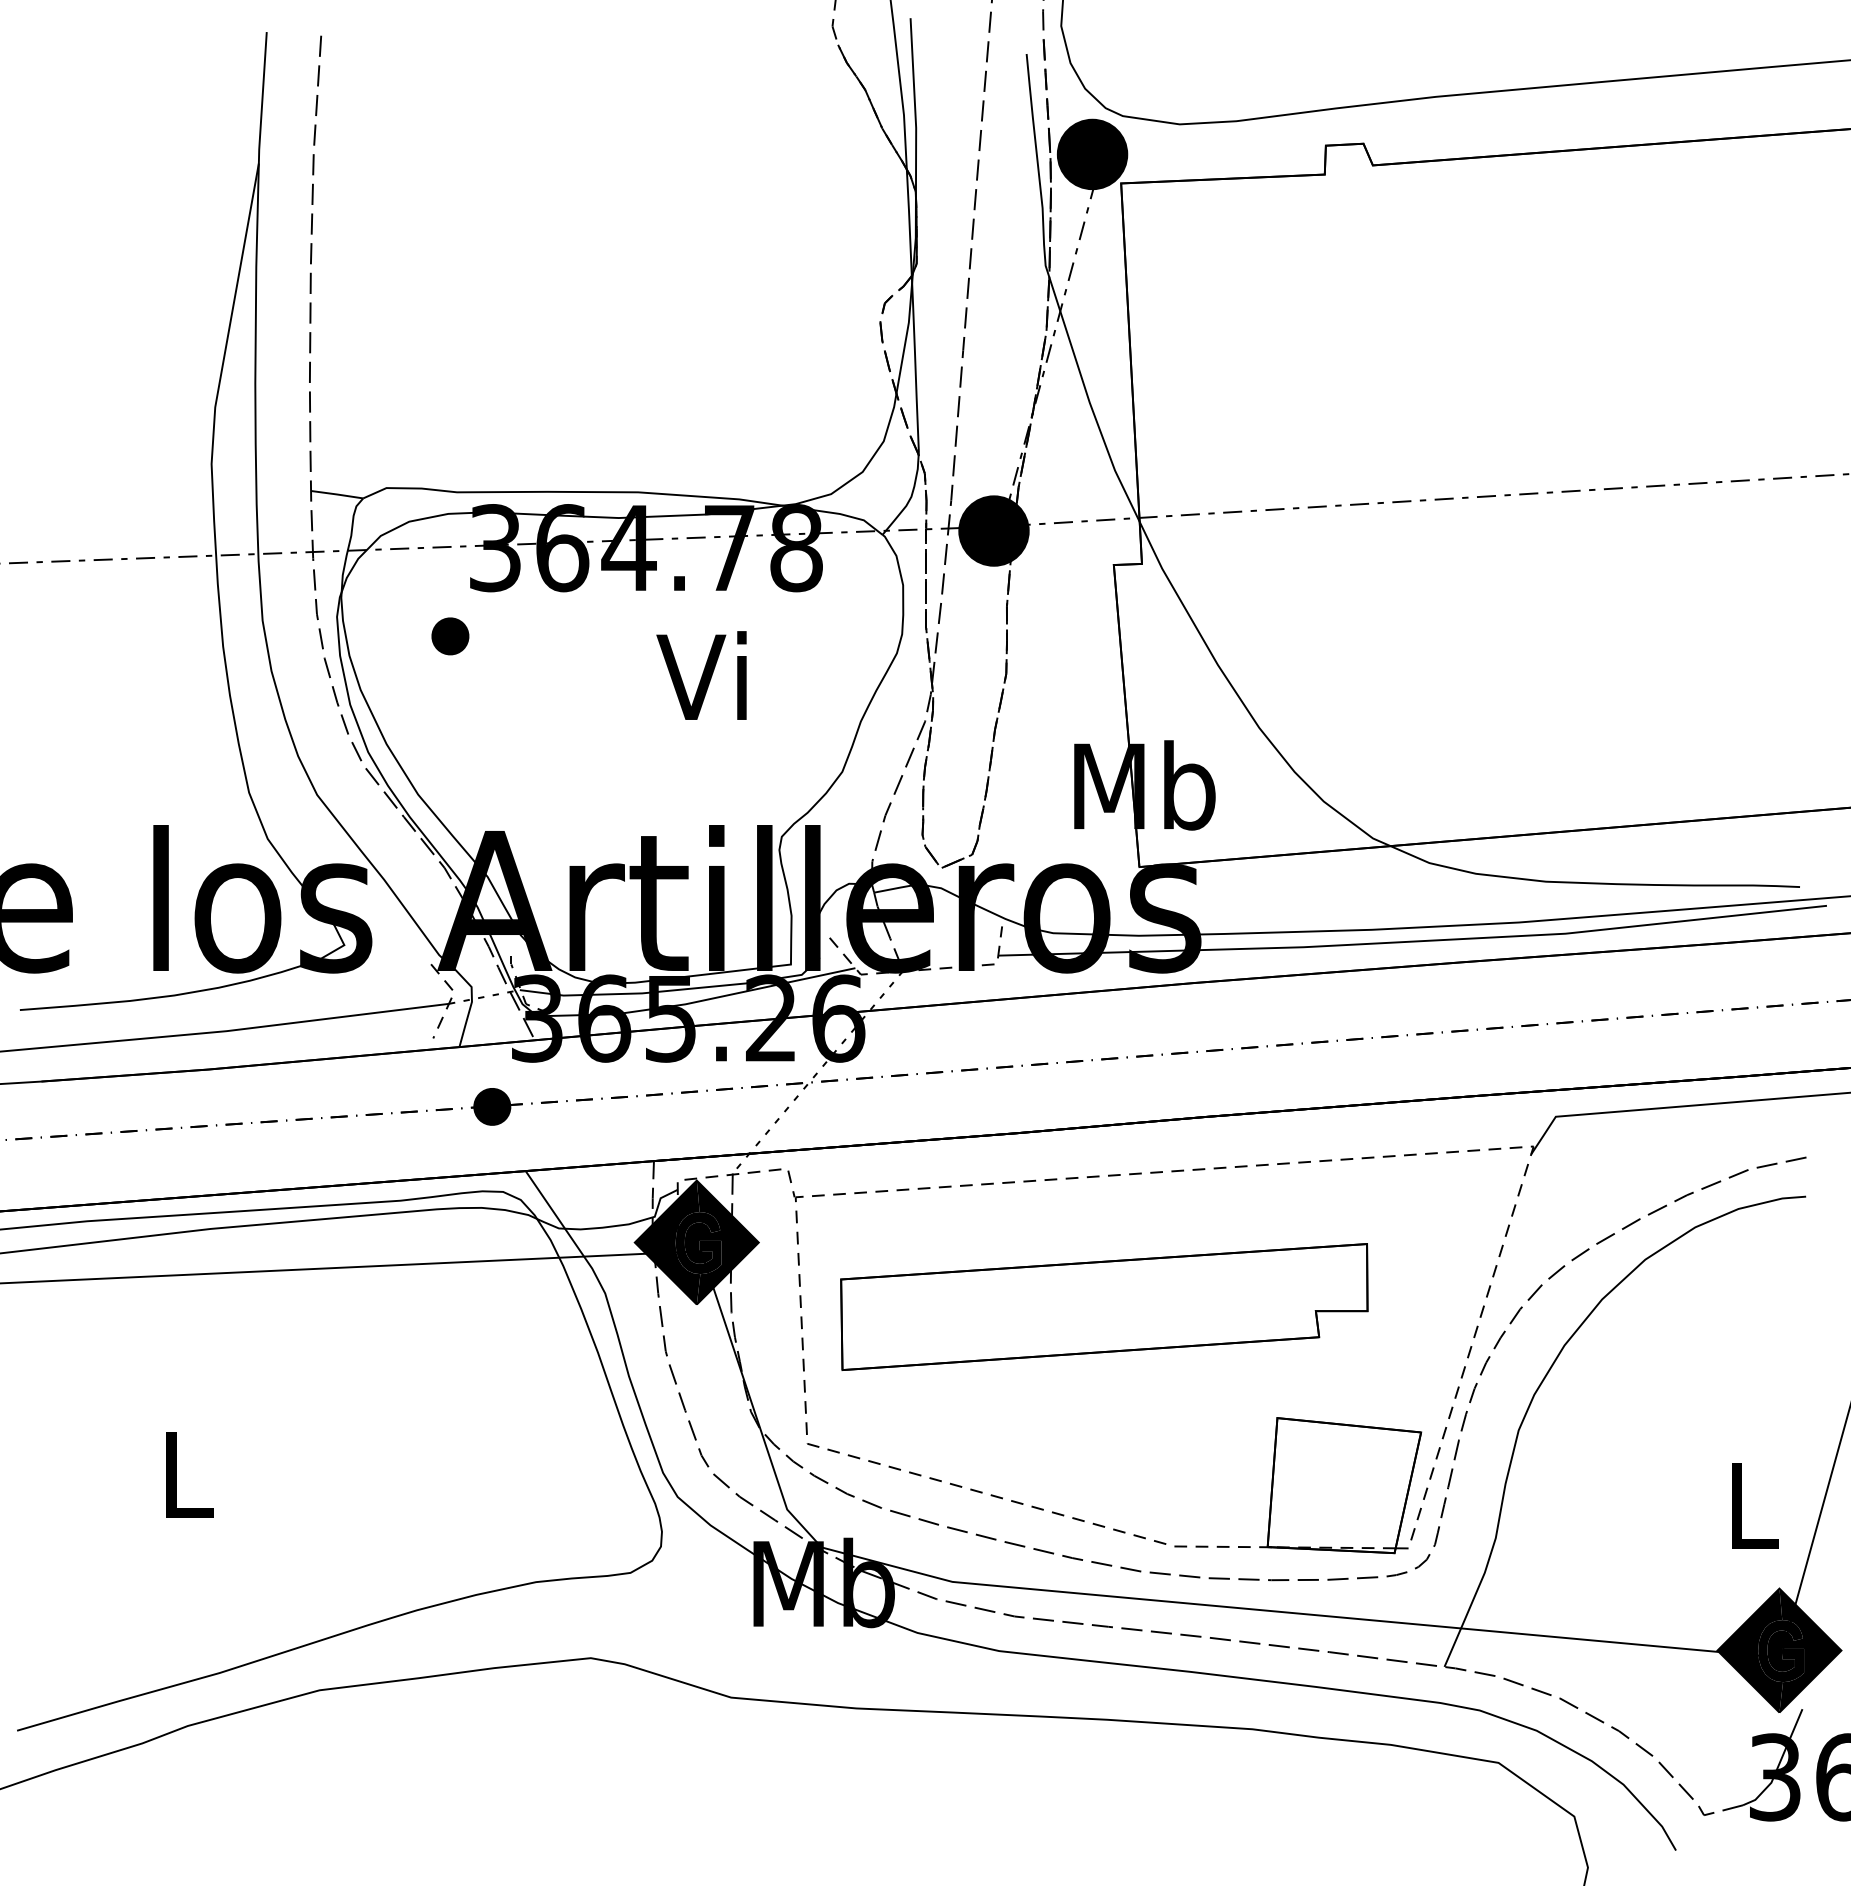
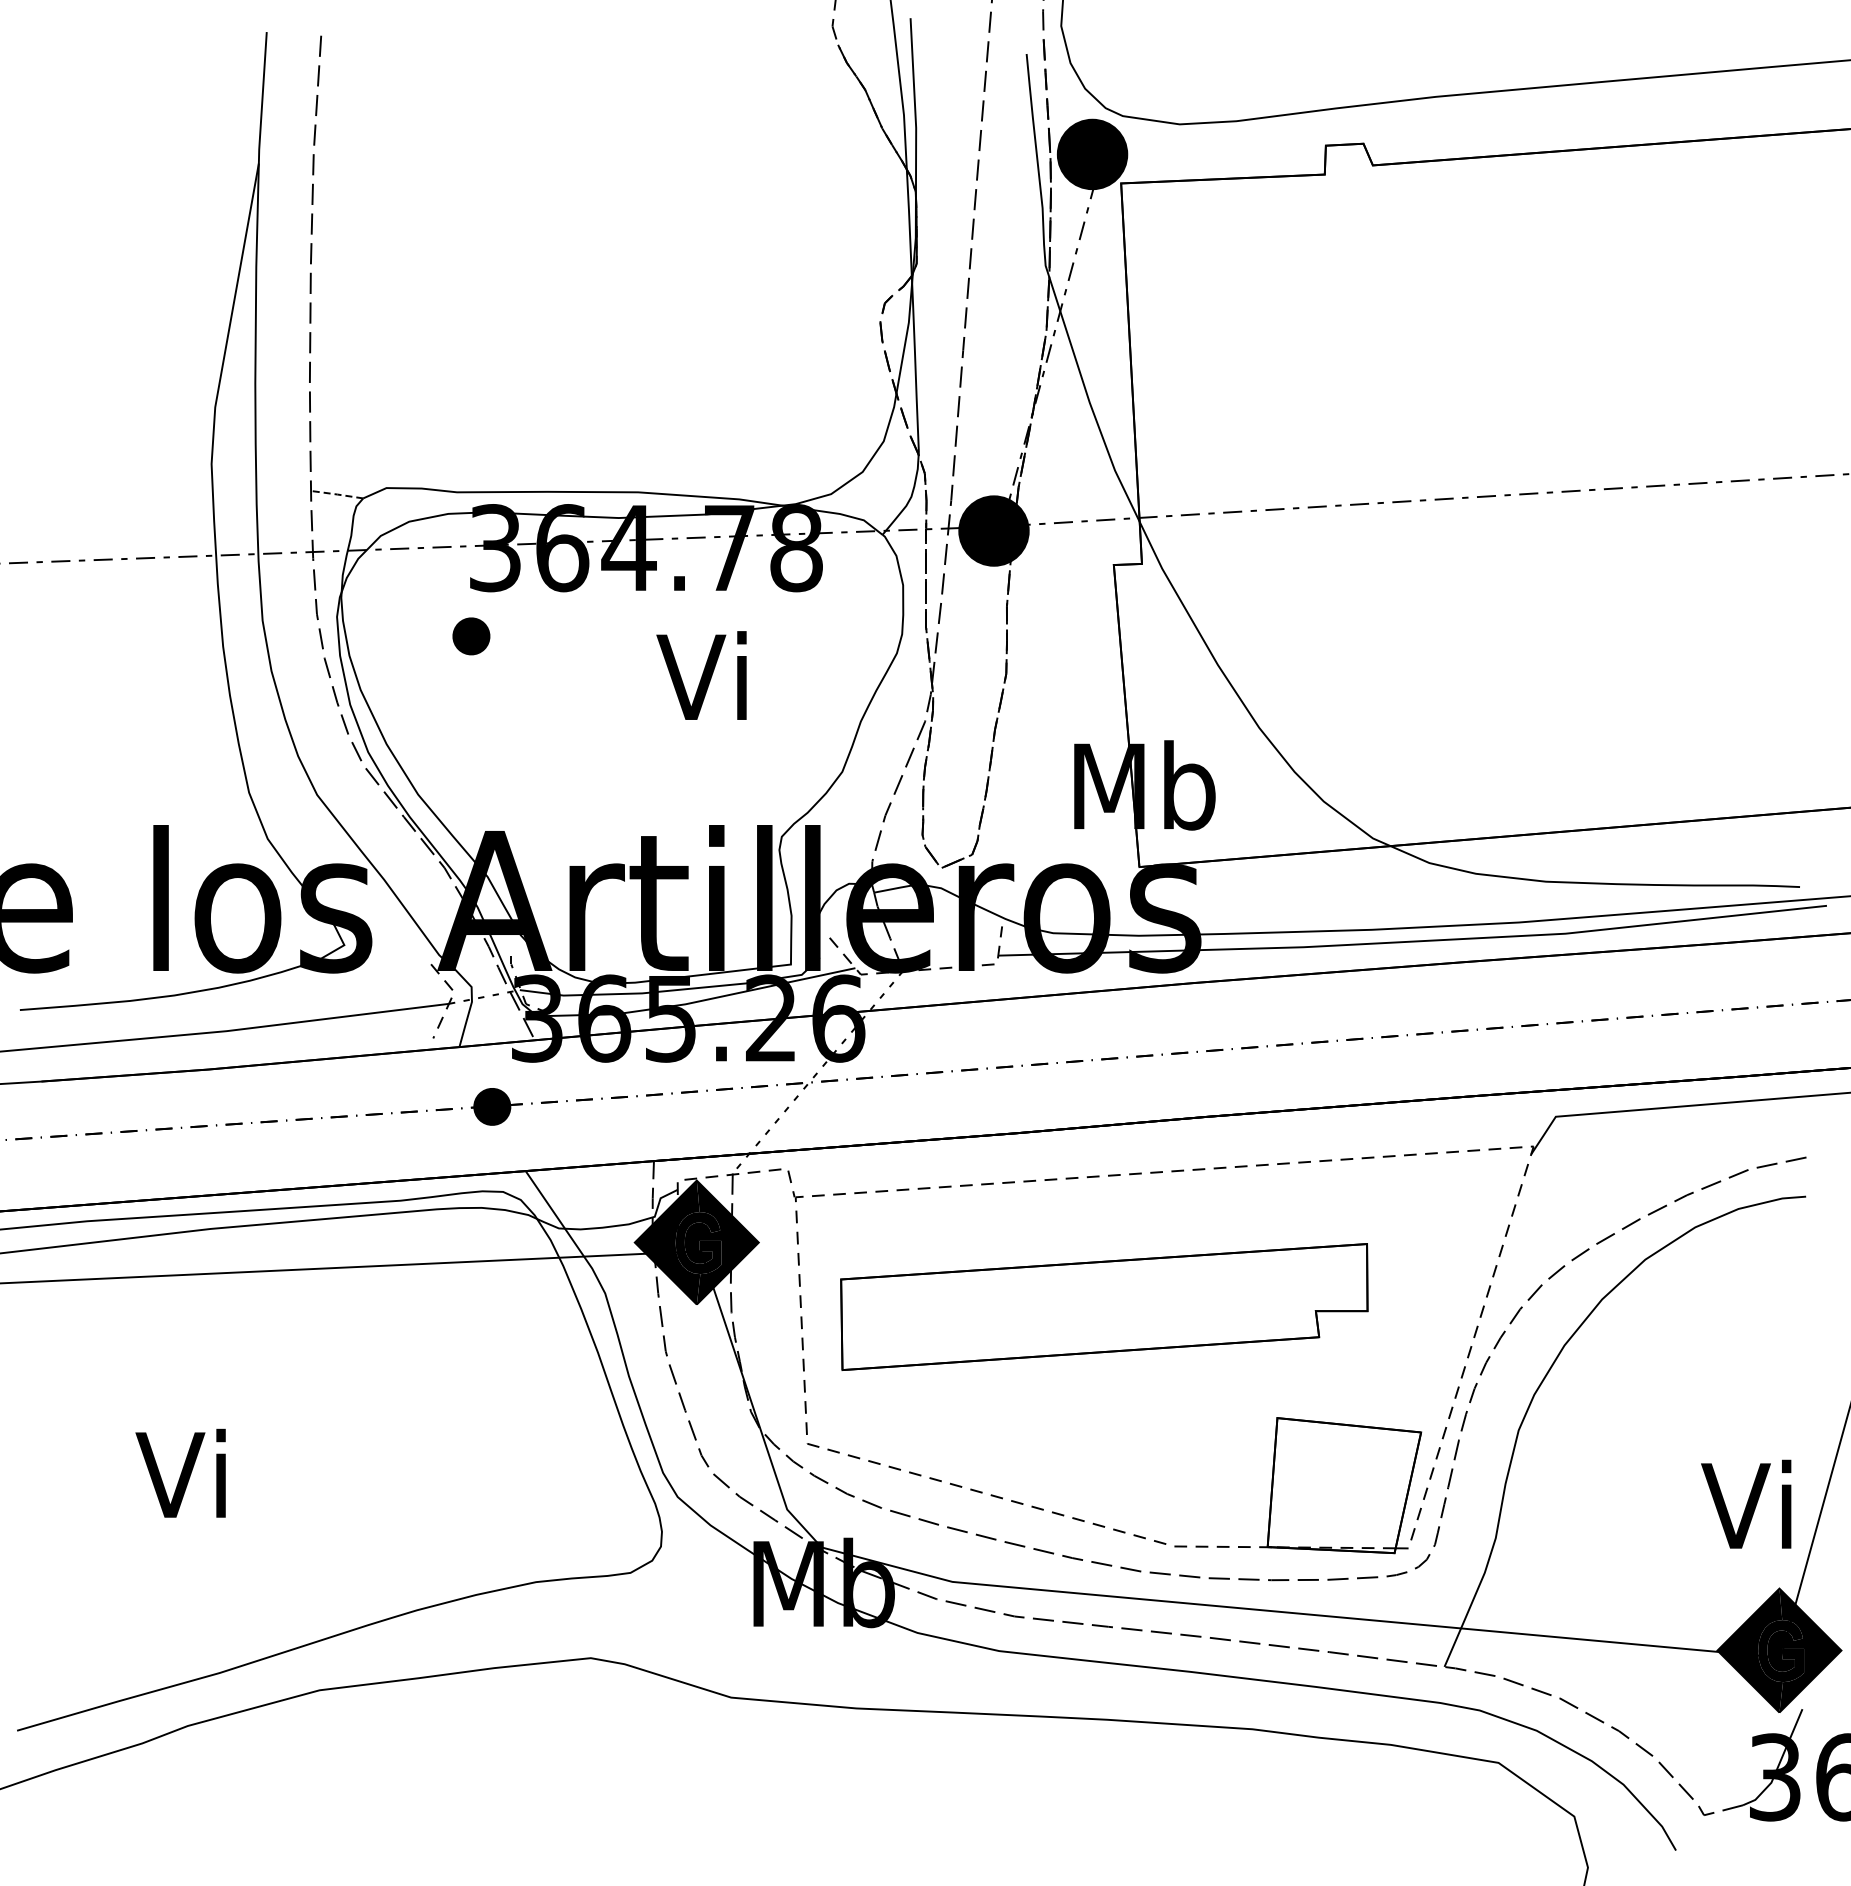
line at (337, 494): solid -> dashed
part at (450, 636) position: (450, 636) -> (471, 636)
text at (180, 1472): L -> Vi
text at (1746, 1503): L -> Vi
